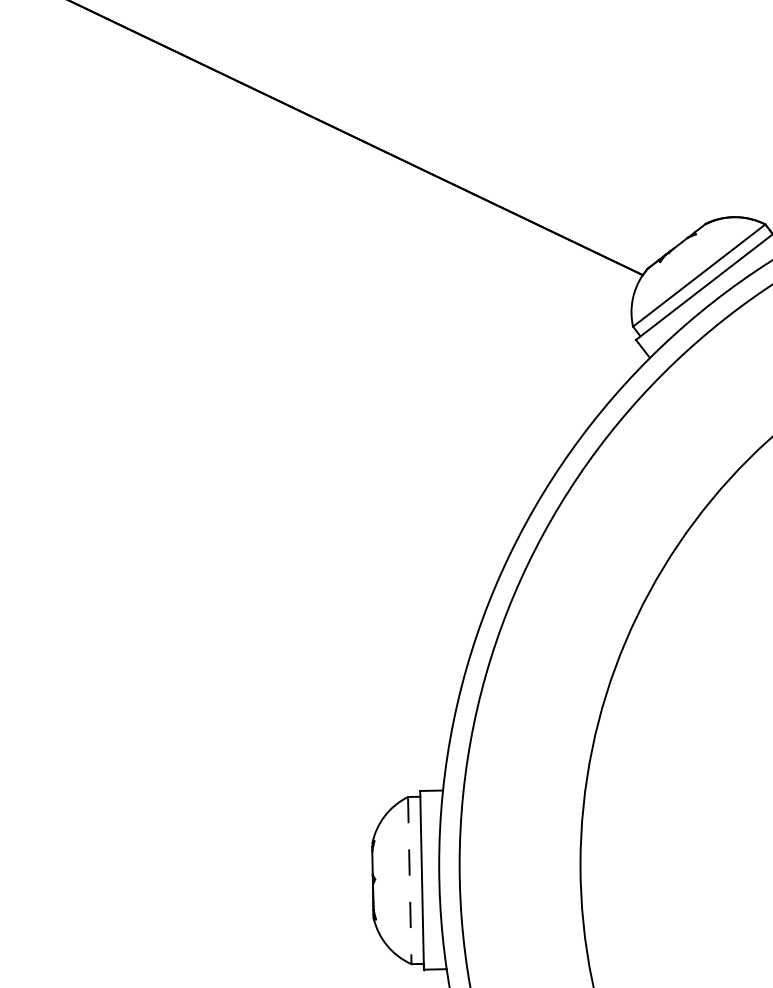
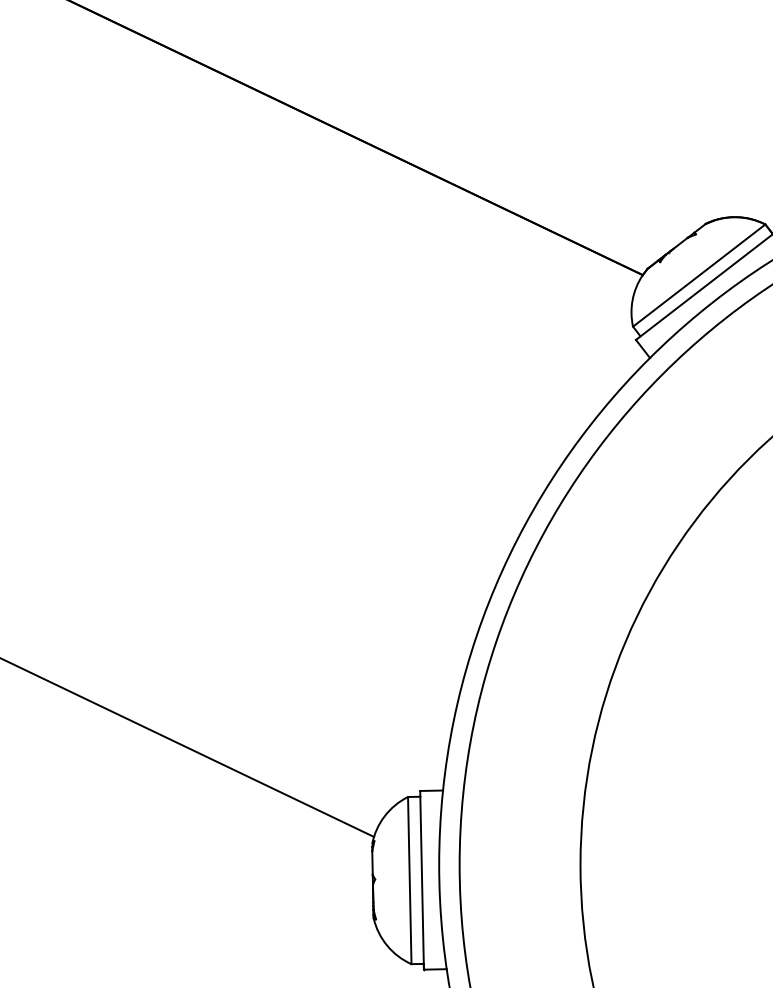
line at (188, 747): none -> present
line at (409, 880): dashed -> solid
